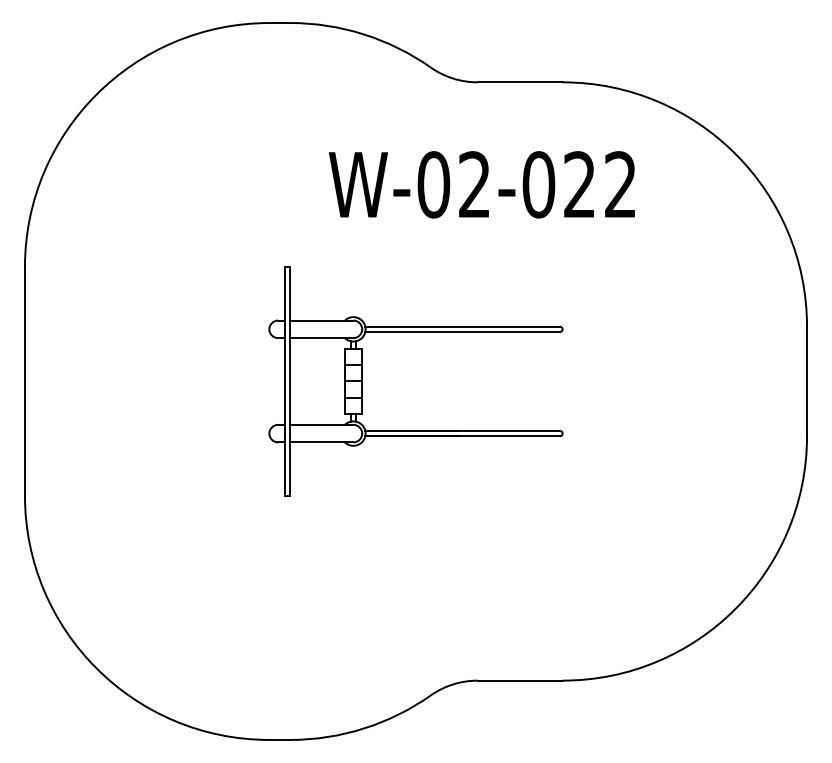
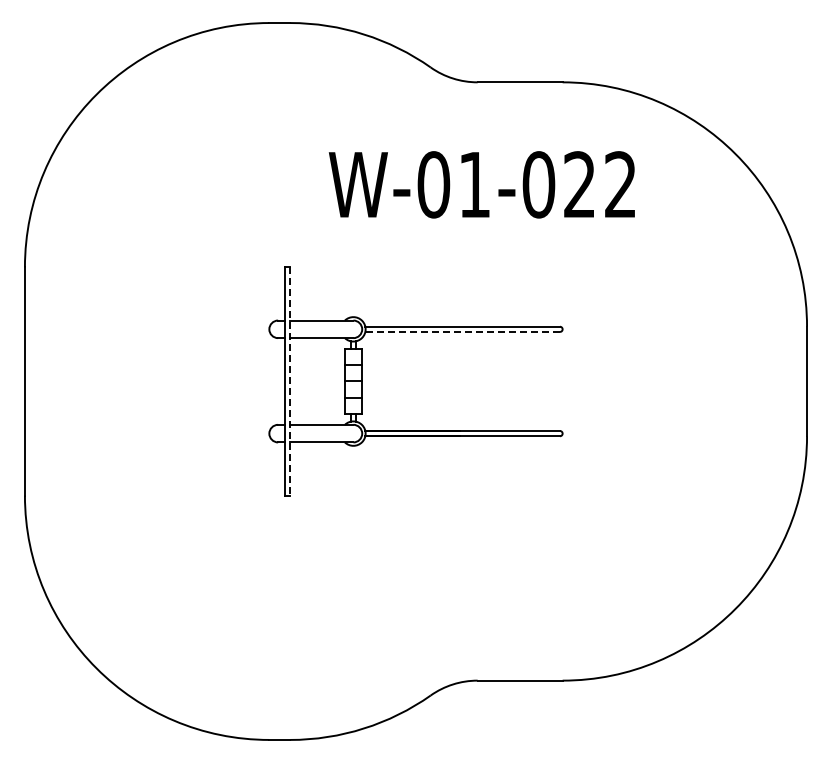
text at (474, 184): W-02-022 -> W-01-022
line at (462, 331): solid -> dashed
line at (290, 381): solid -> dashed
